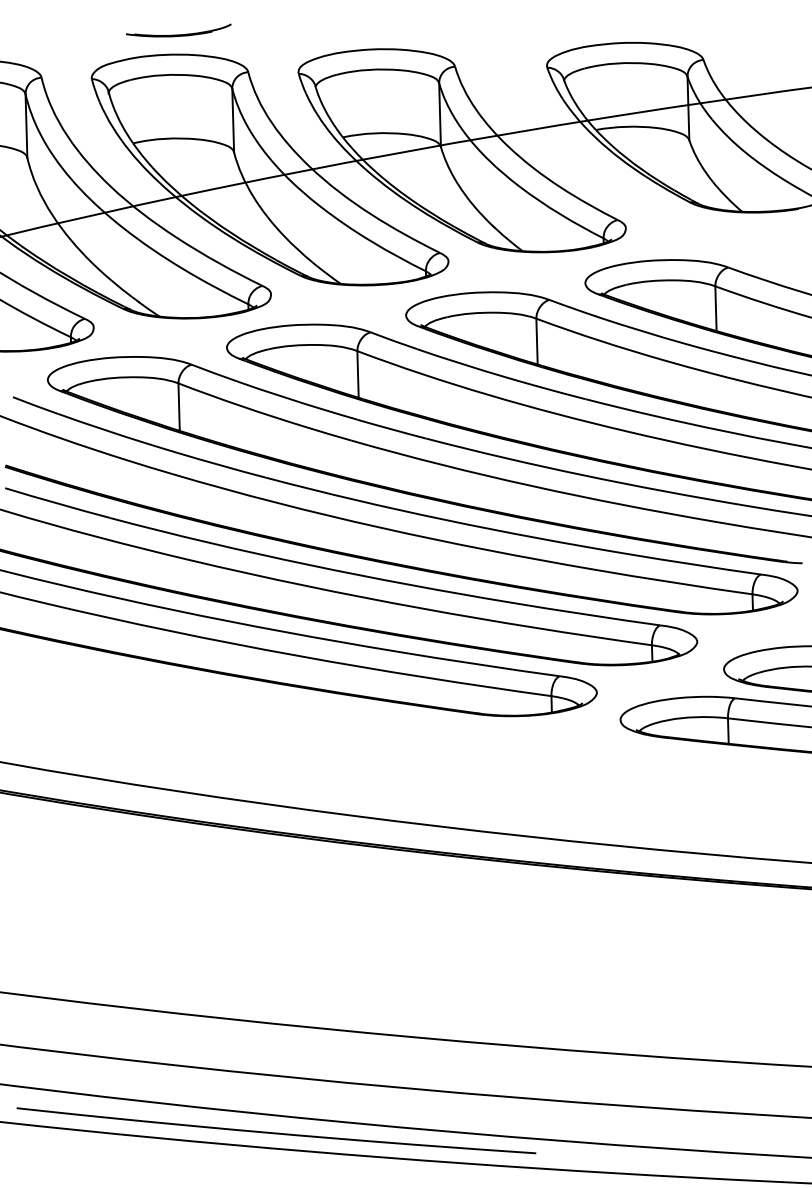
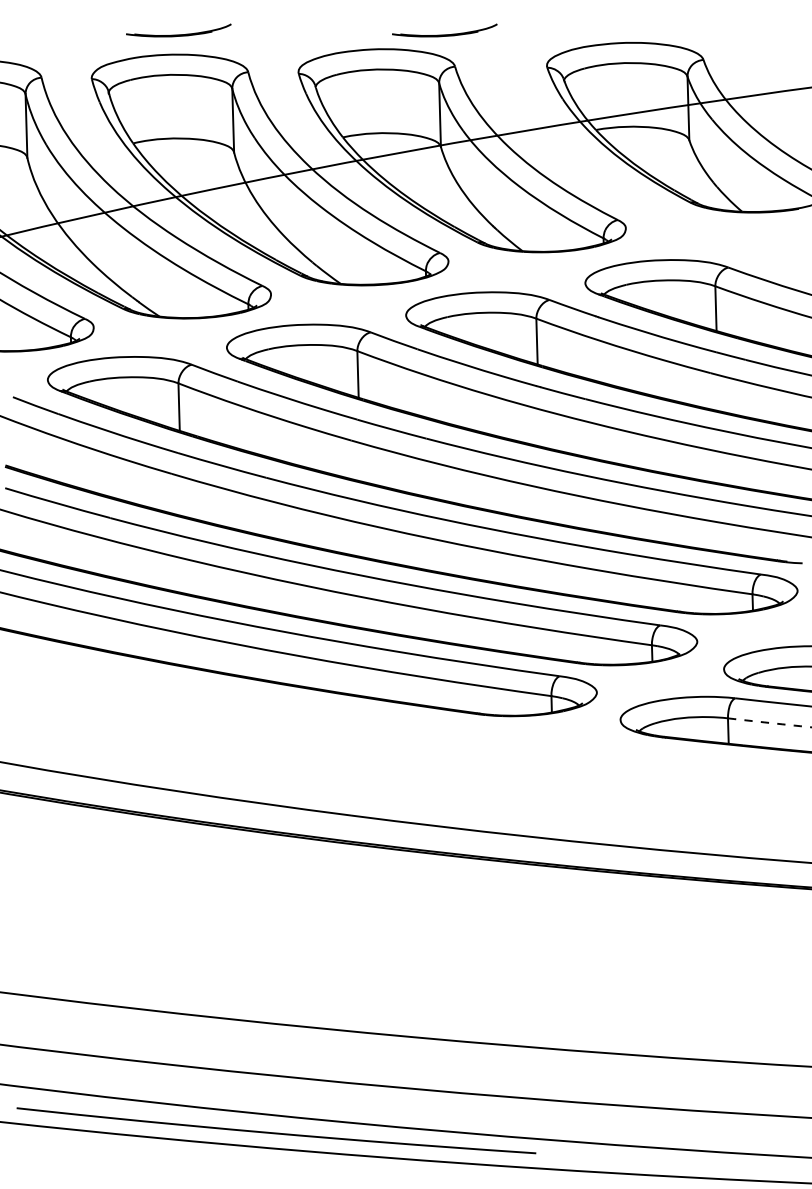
part at (444, 30): none -> present
arc at (770, 723): solid -> dashed
